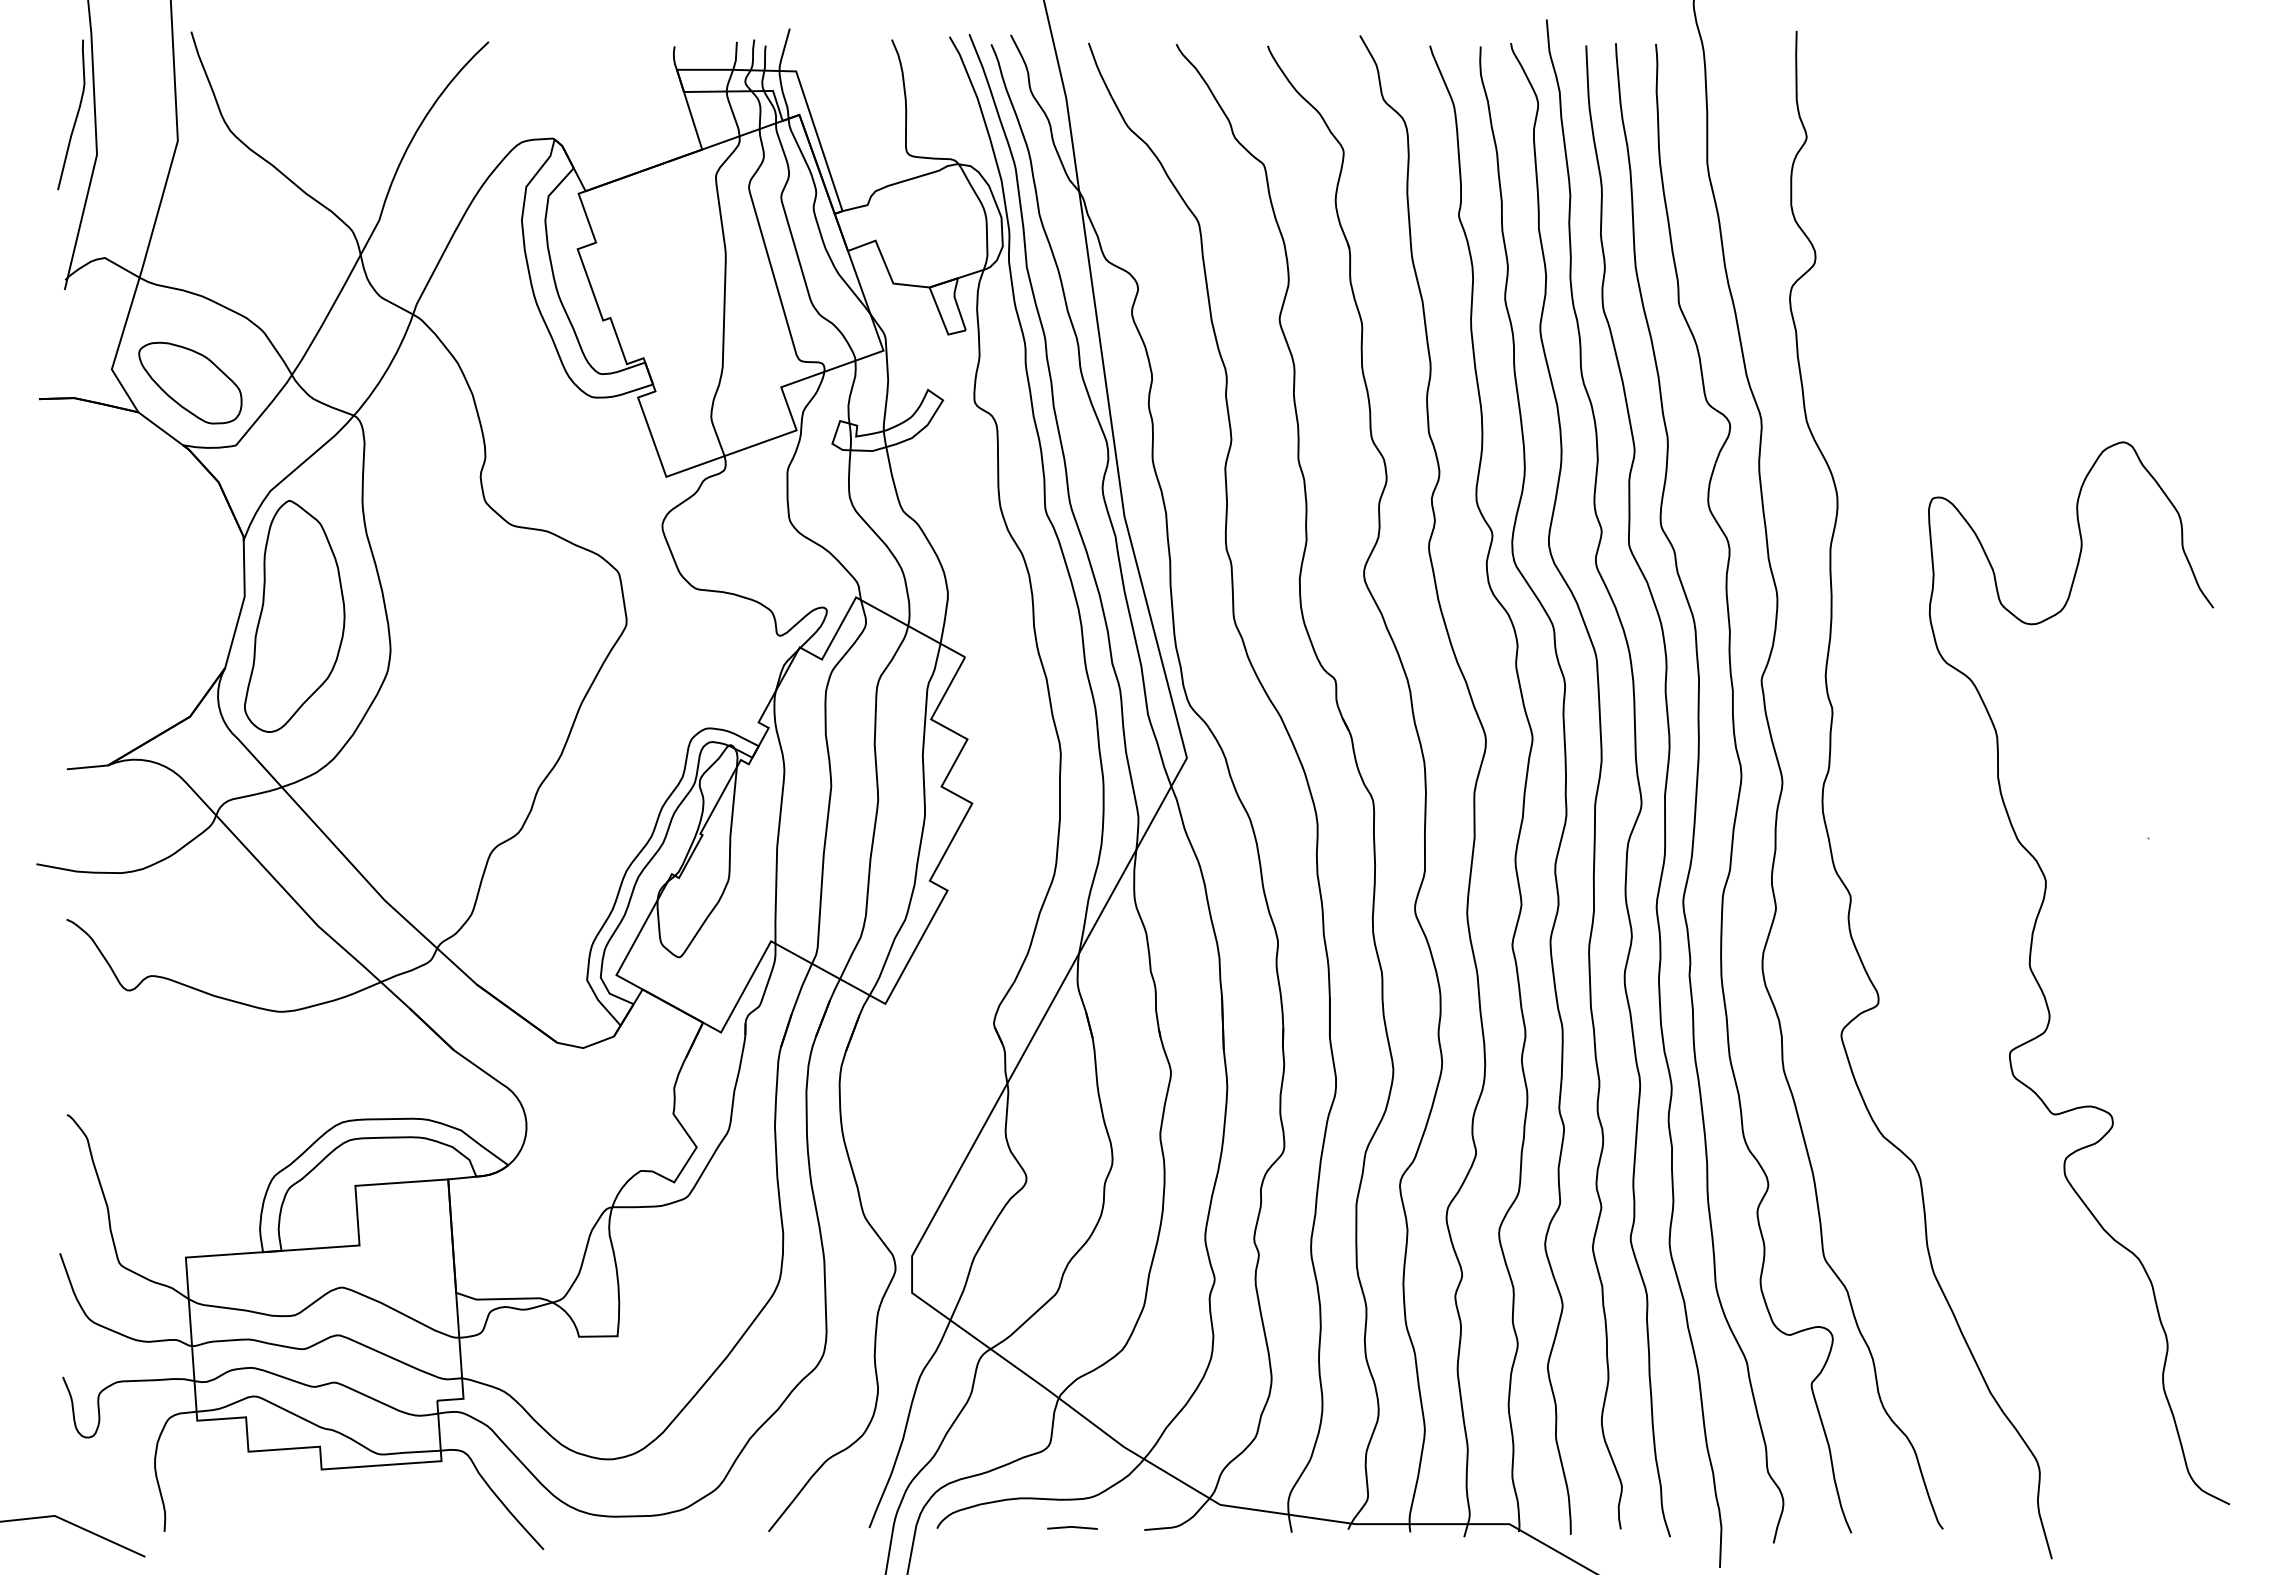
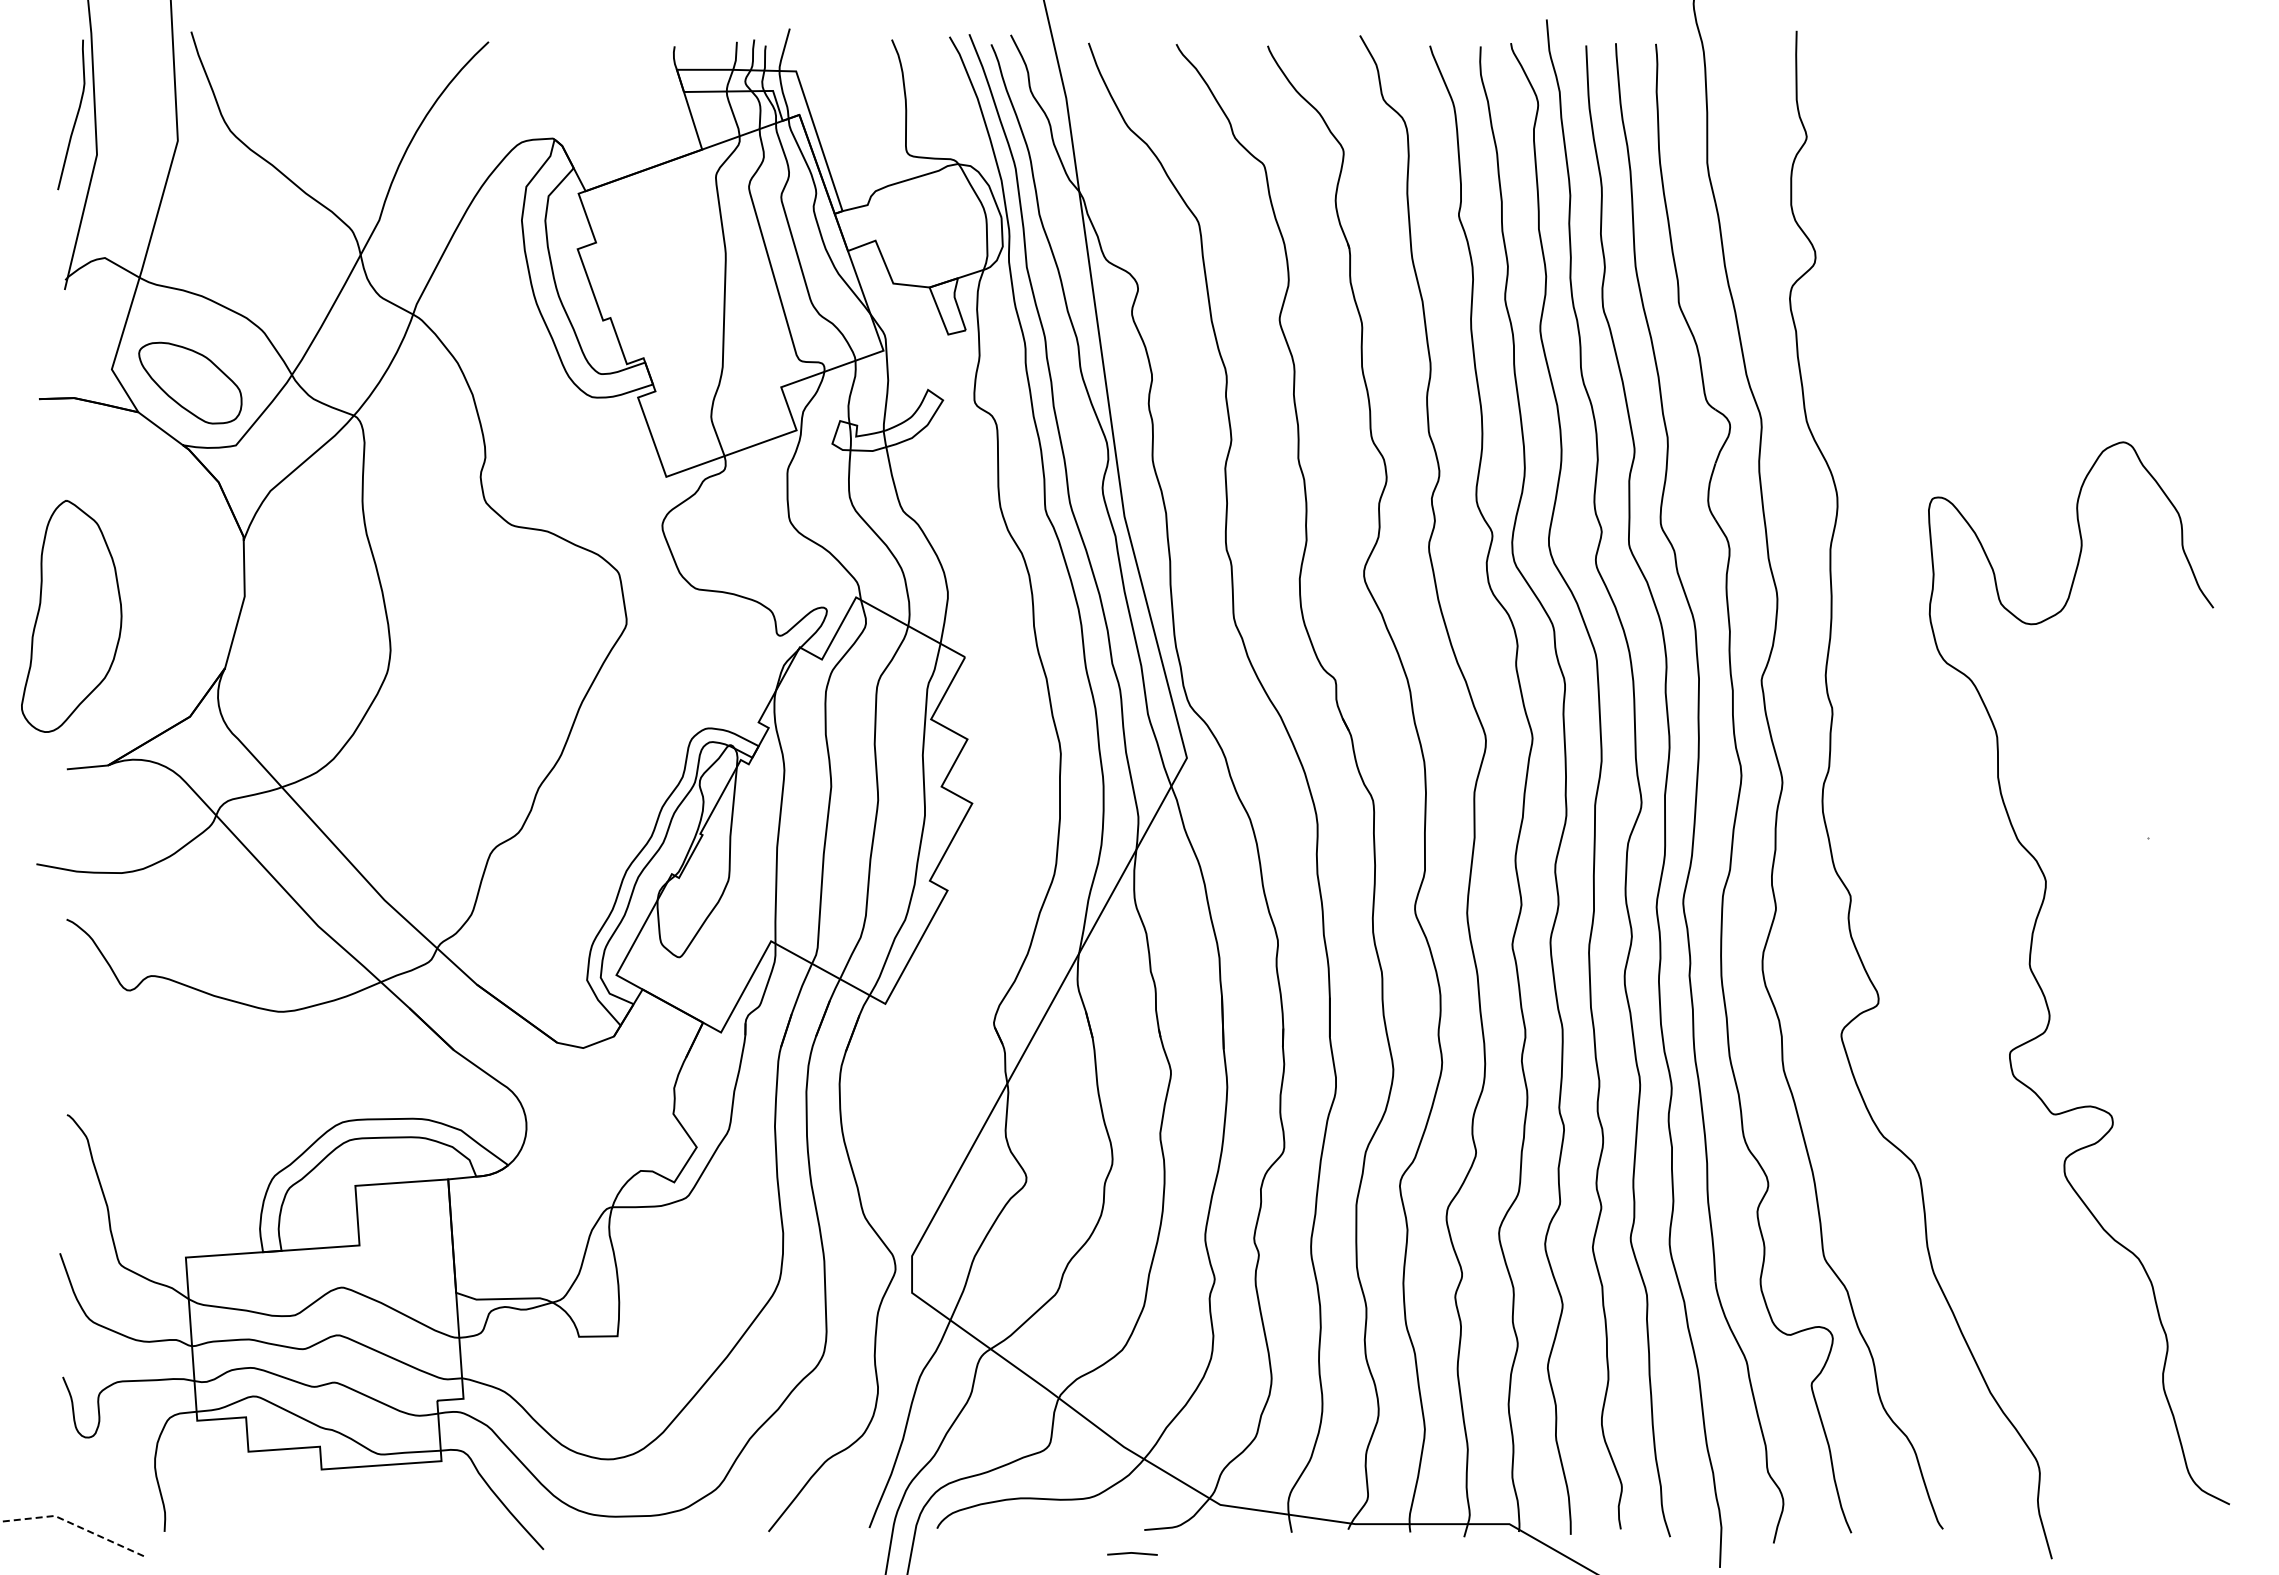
part at (294, 616) position: (294, 616) -> (71, 616)
line at (74, 1524): solid -> dashed
line at (1072, 1527) position: (1072, 1527) -> (1132, 1553)
